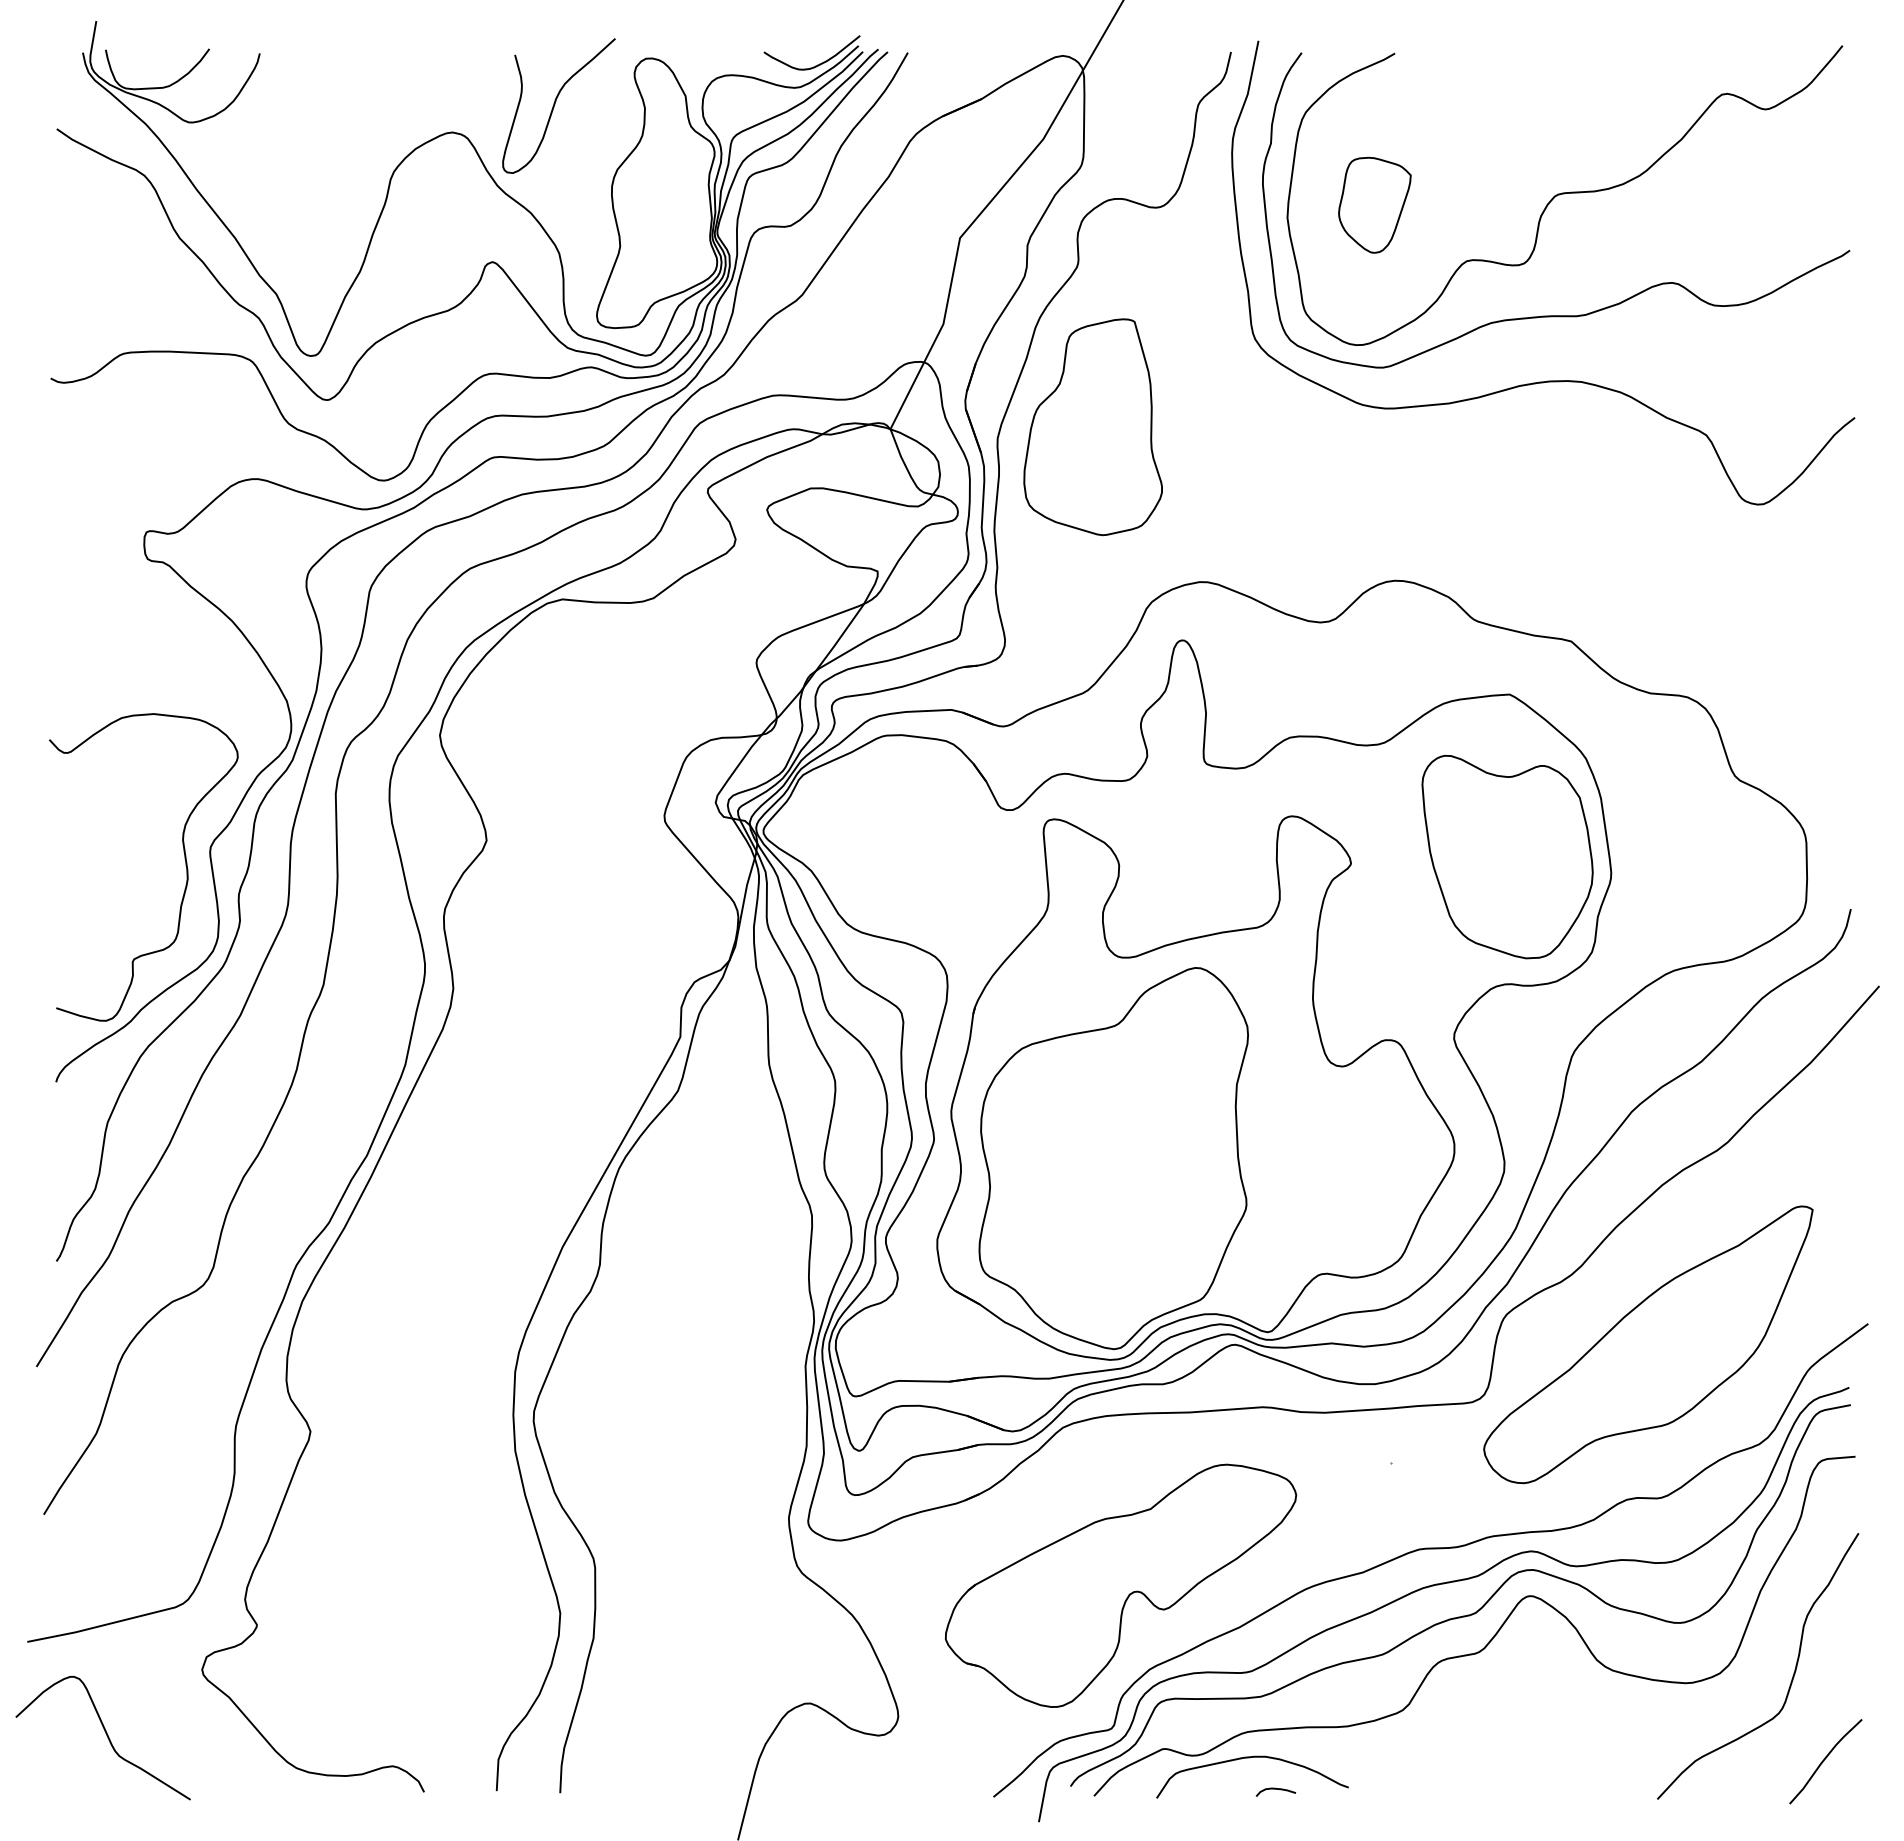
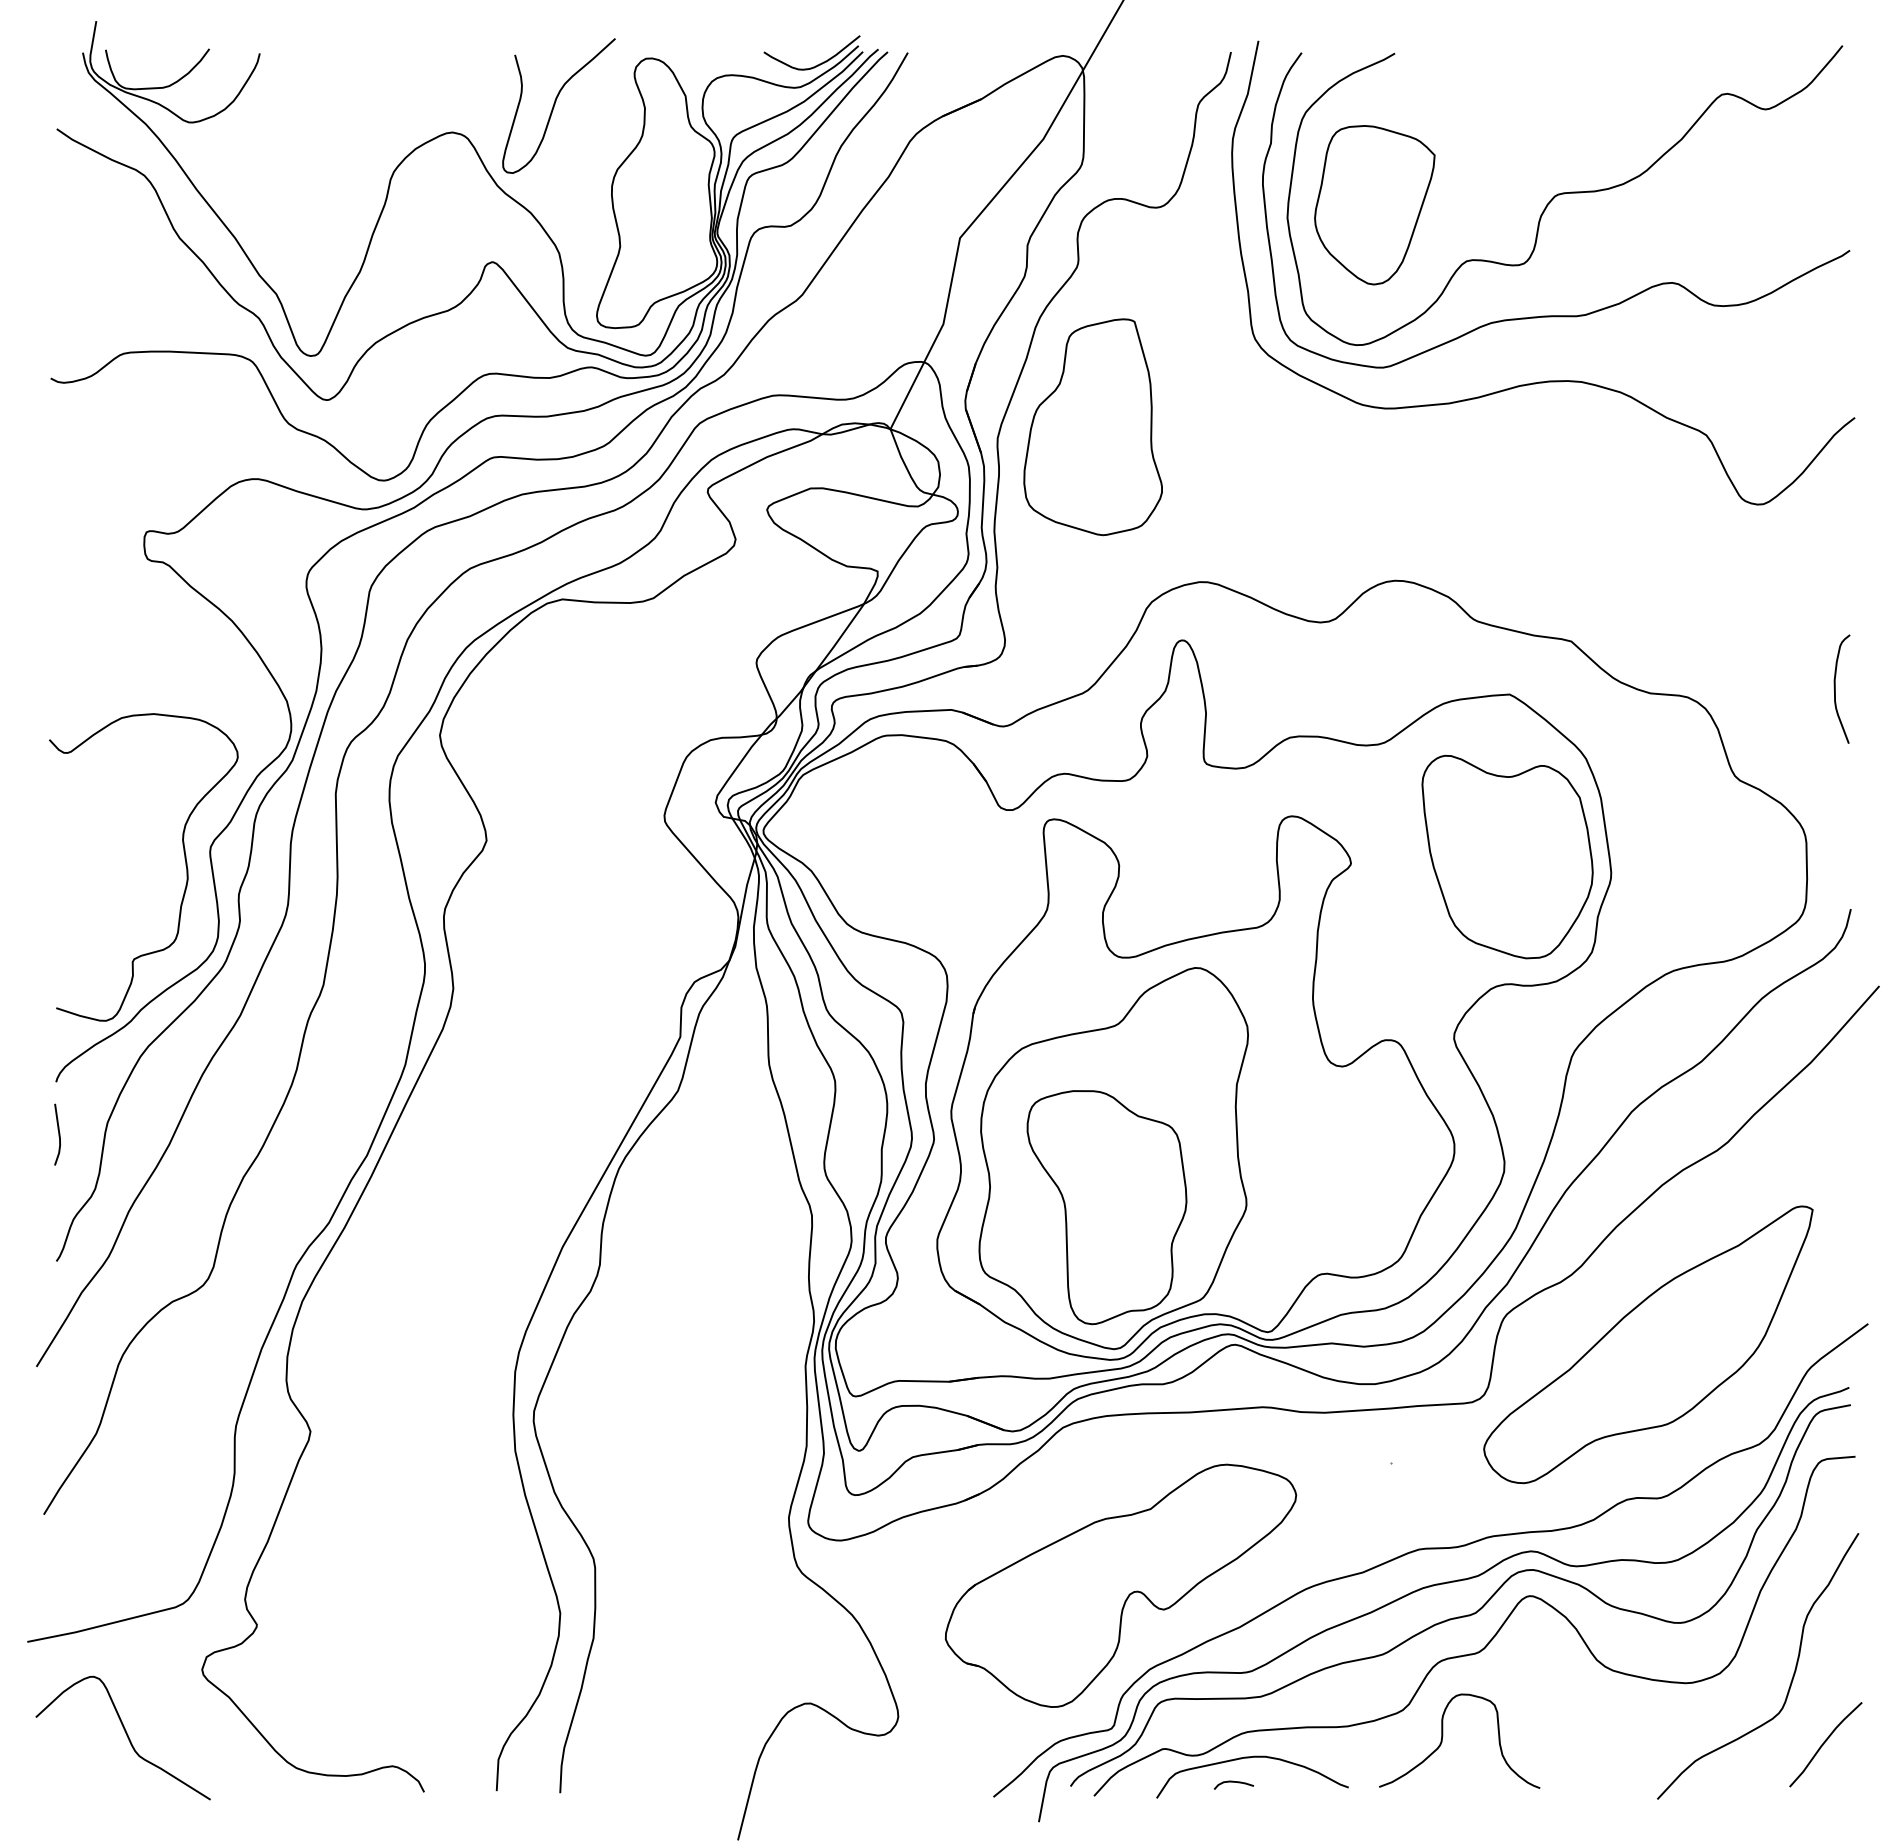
part at (1374, 204) size: 74x98 px -> 122x161 px
curve at (1835, 688): none -> present
line at (58, 1134): none -> present
part at (1106, 1207): none -> present
curve at (106, 1735) position: (106, 1735) -> (126, 1735)
curve at (1443, 1736): none -> present
curve at (1824, 1761) position: (1824, 1761) -> (1824, 1744)
curve at (1275, 1789) position: (1275, 1789) -> (1233, 1782)
